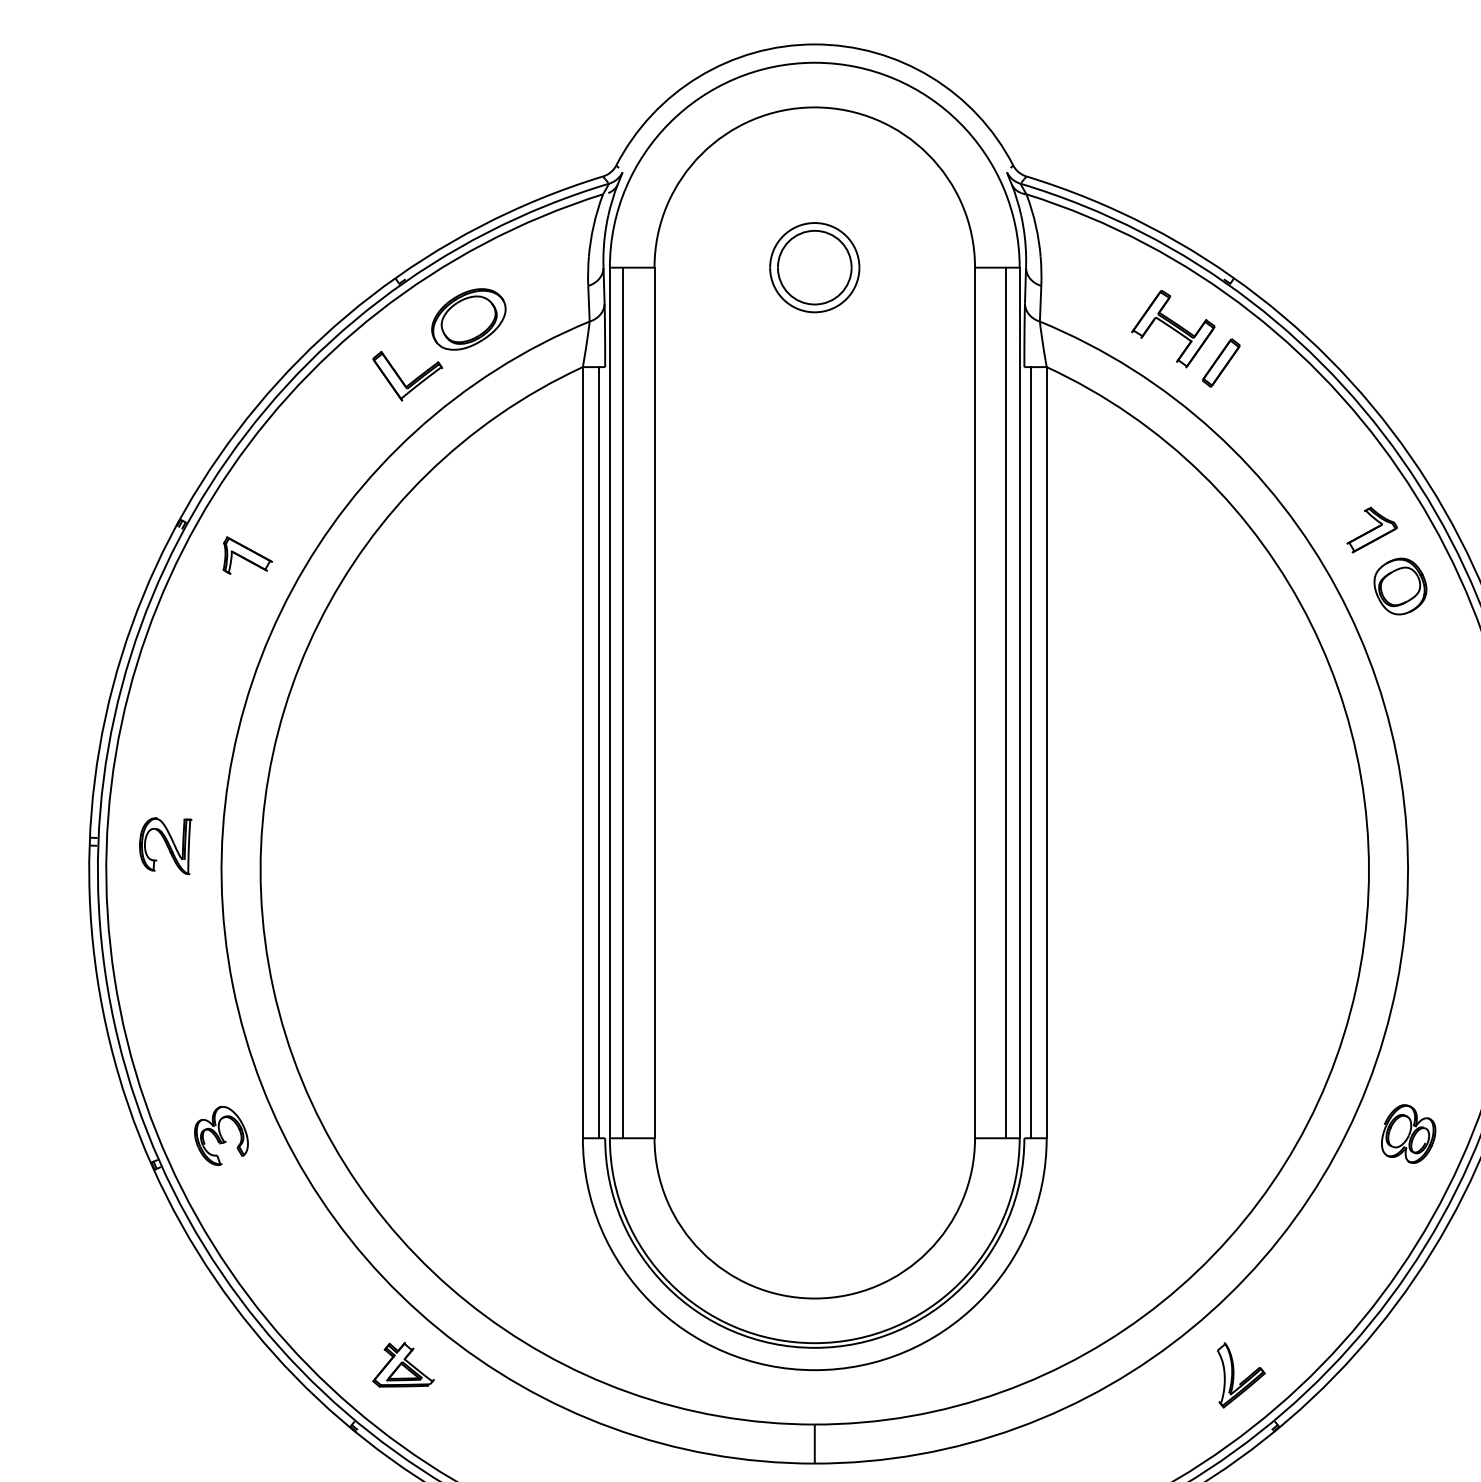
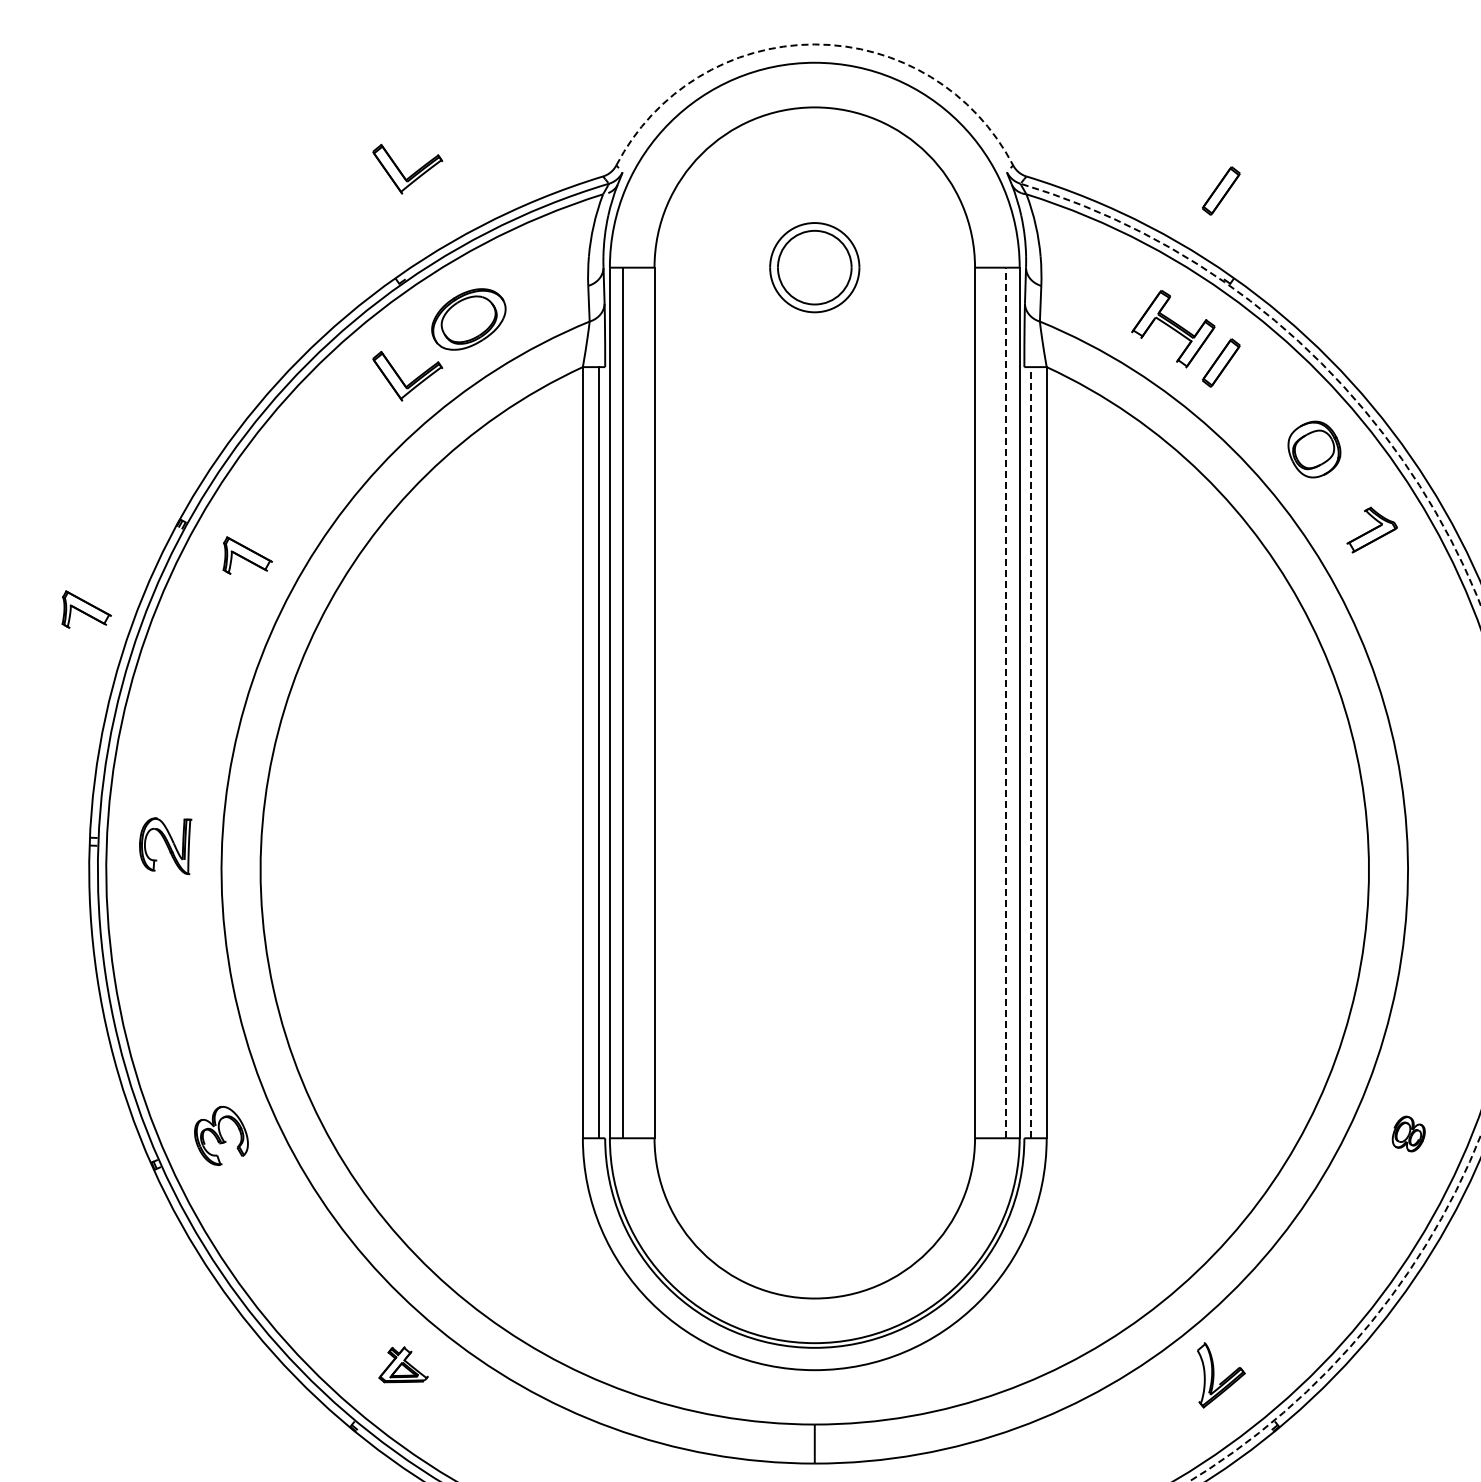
arc at (814, 44): solid -> dashed
part at (401, 171): none -> present
part at (1221, 190): none -> present
arc at (1440, 520): solid -> dashed
part at (1400, 586) position: (1400, 586) -> (1314, 449)
part at (86, 609): none -> present
line at (1006, 702): solid -> dashed
line at (1031, 752): solid -> dashed
part at (1408, 1133) size: 56x60 px -> 35x38 px
part at (403, 1364) size: 63x47 px -> 51x38 px
part at (1241, 1375) position: (1241, 1375) -> (1221, 1375)
